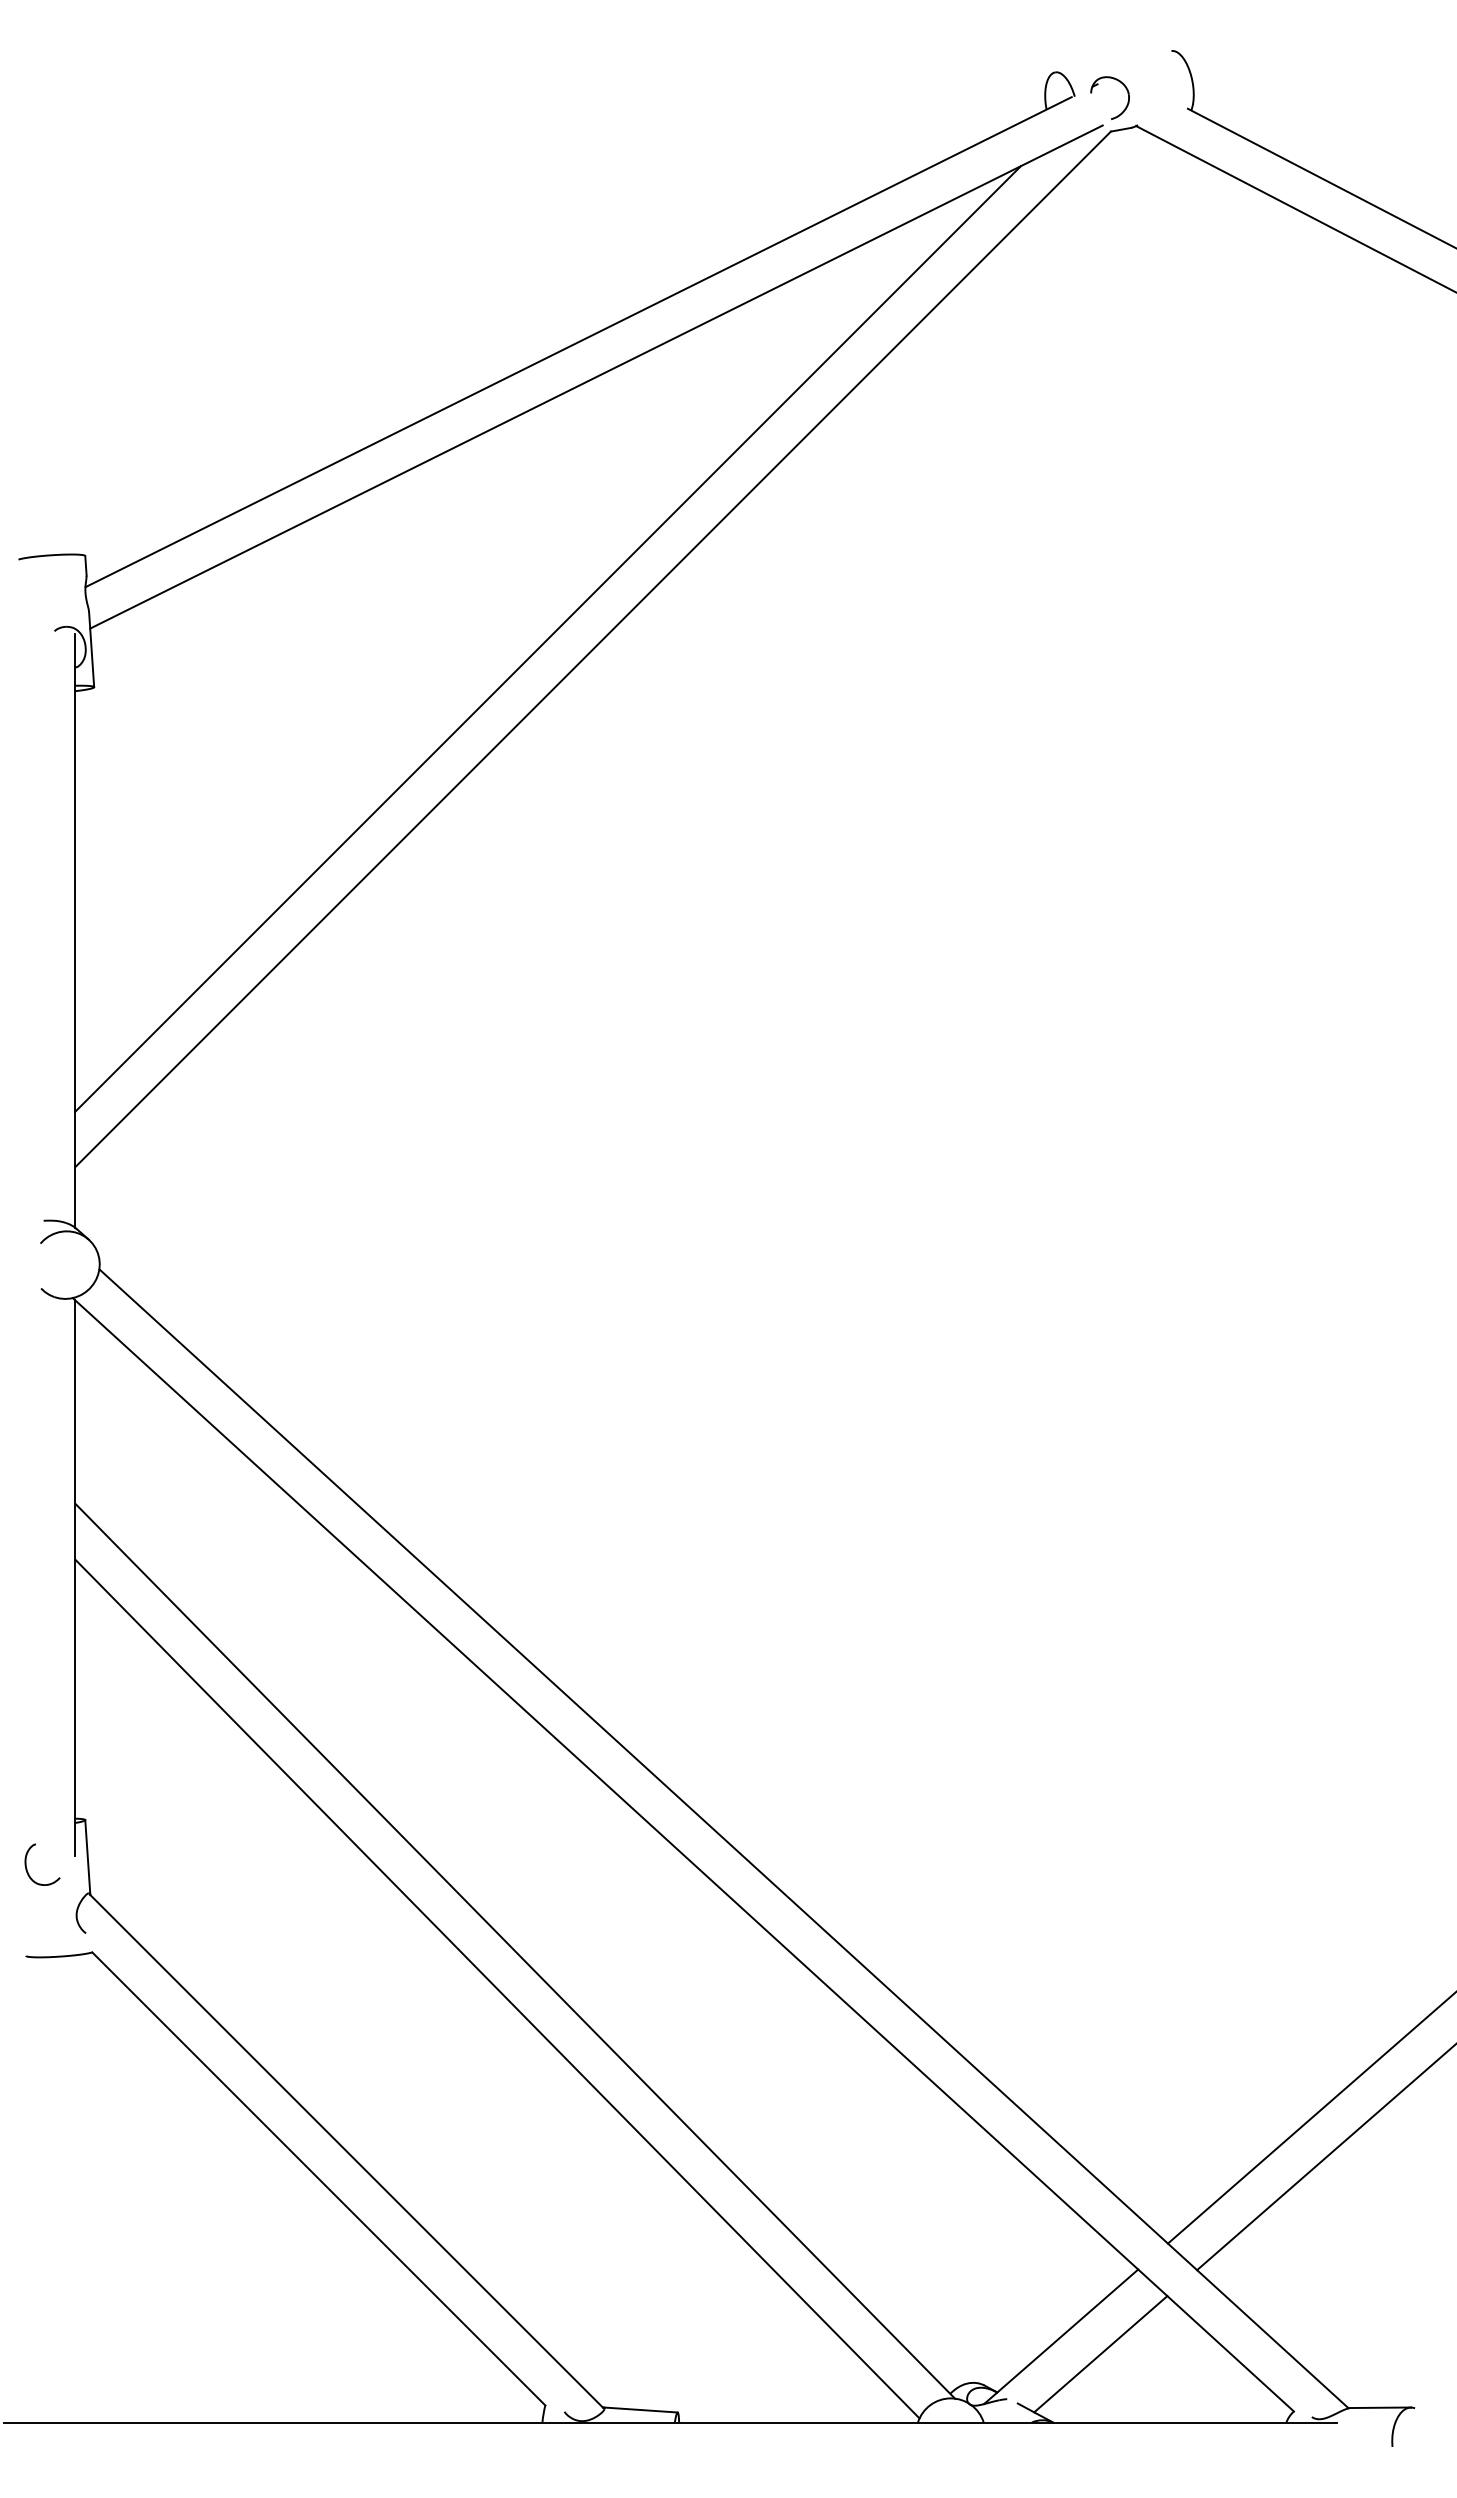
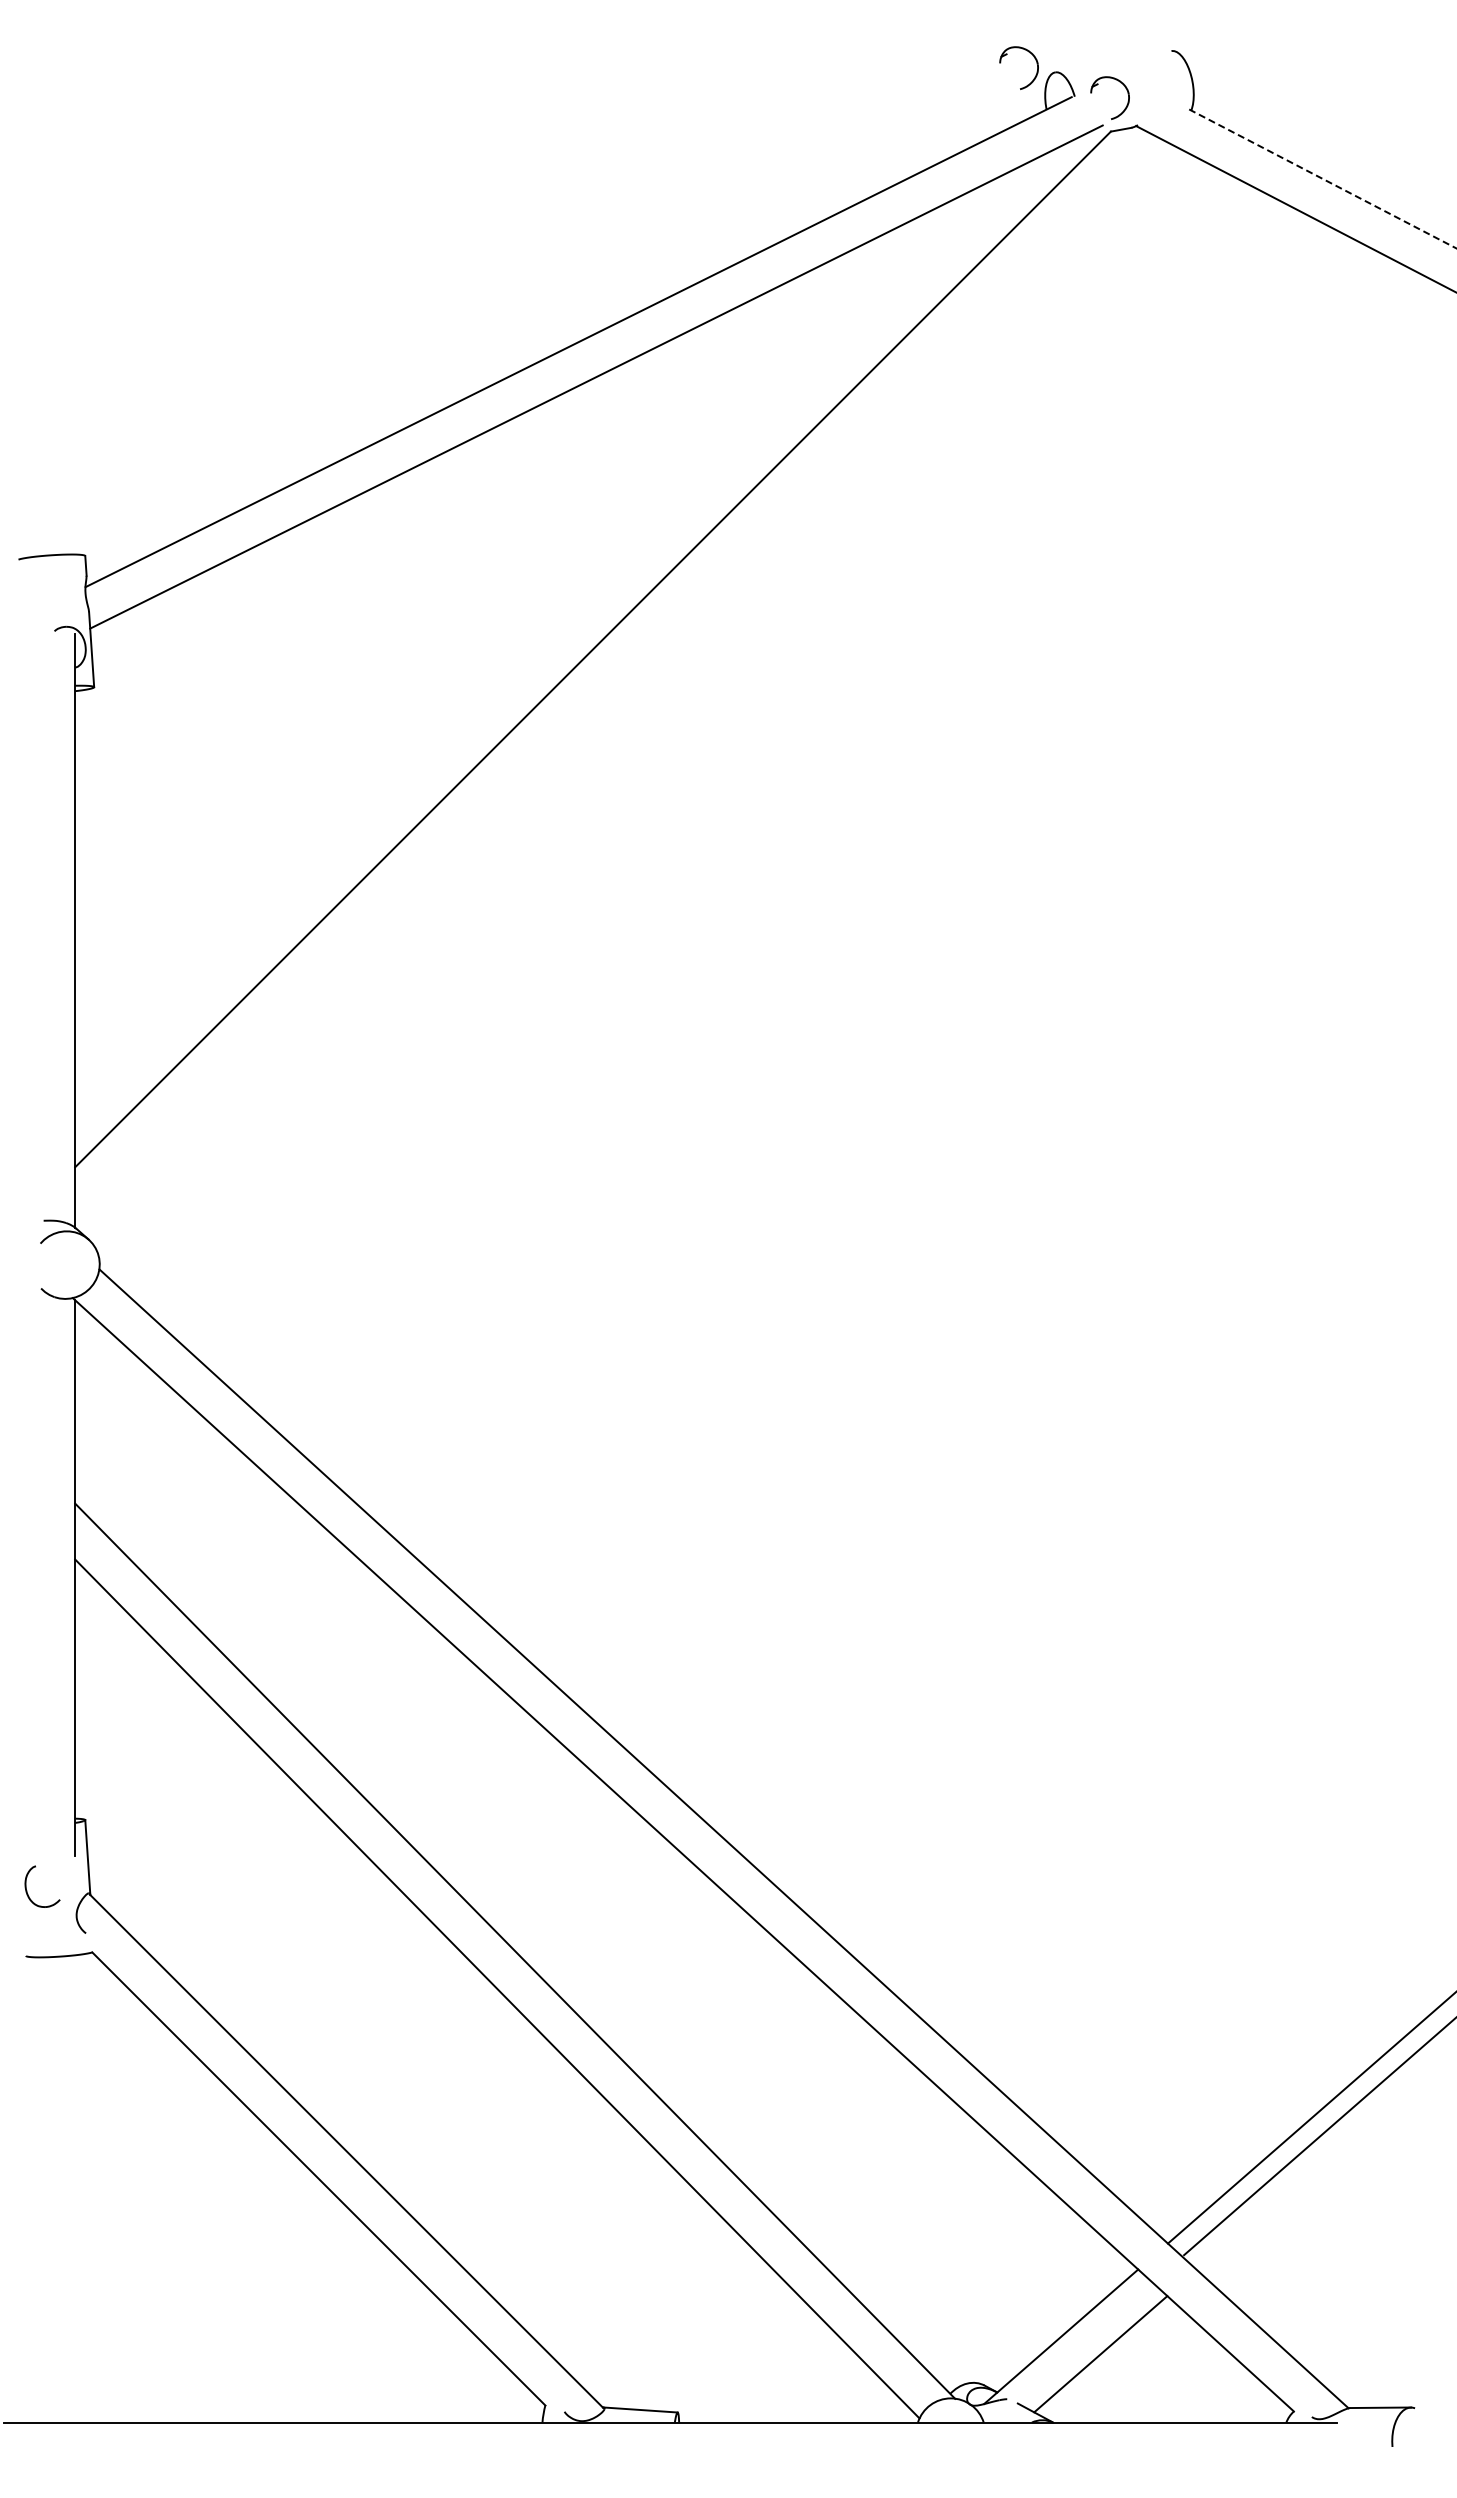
part at (1006, 55): none -> present
line at (1321, 178): solid -> dashed
line at (547, 638): present -> none
part at (27, 1868) position: (27, 1868) -> (27, 1890)
line at (1325, 2158) position: (1325, 2158) -> (1318, 2137)
